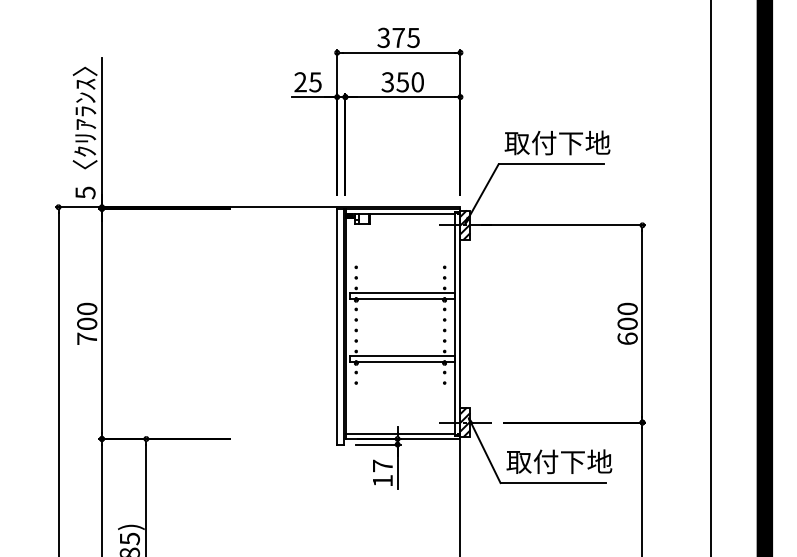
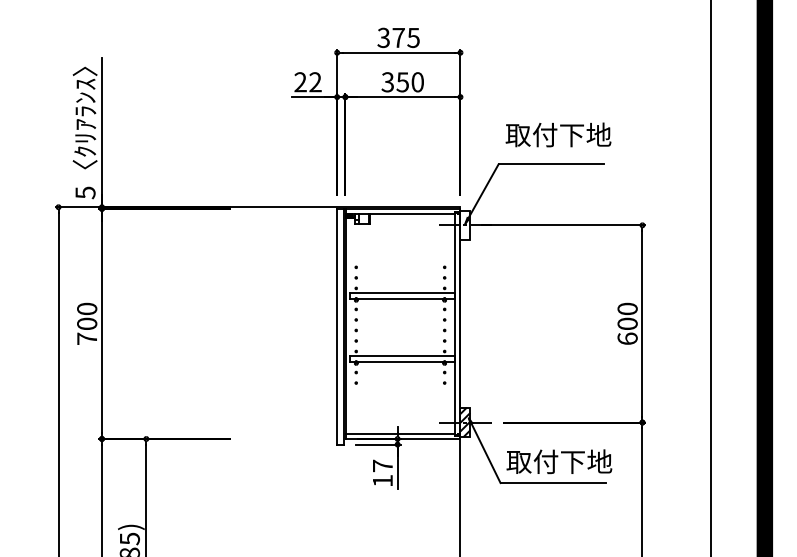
text at (315, 82): 25 -> 22
text at (557, 142) position: (557, 142) -> (558, 134)
hatch at (465, 225): present -> none
